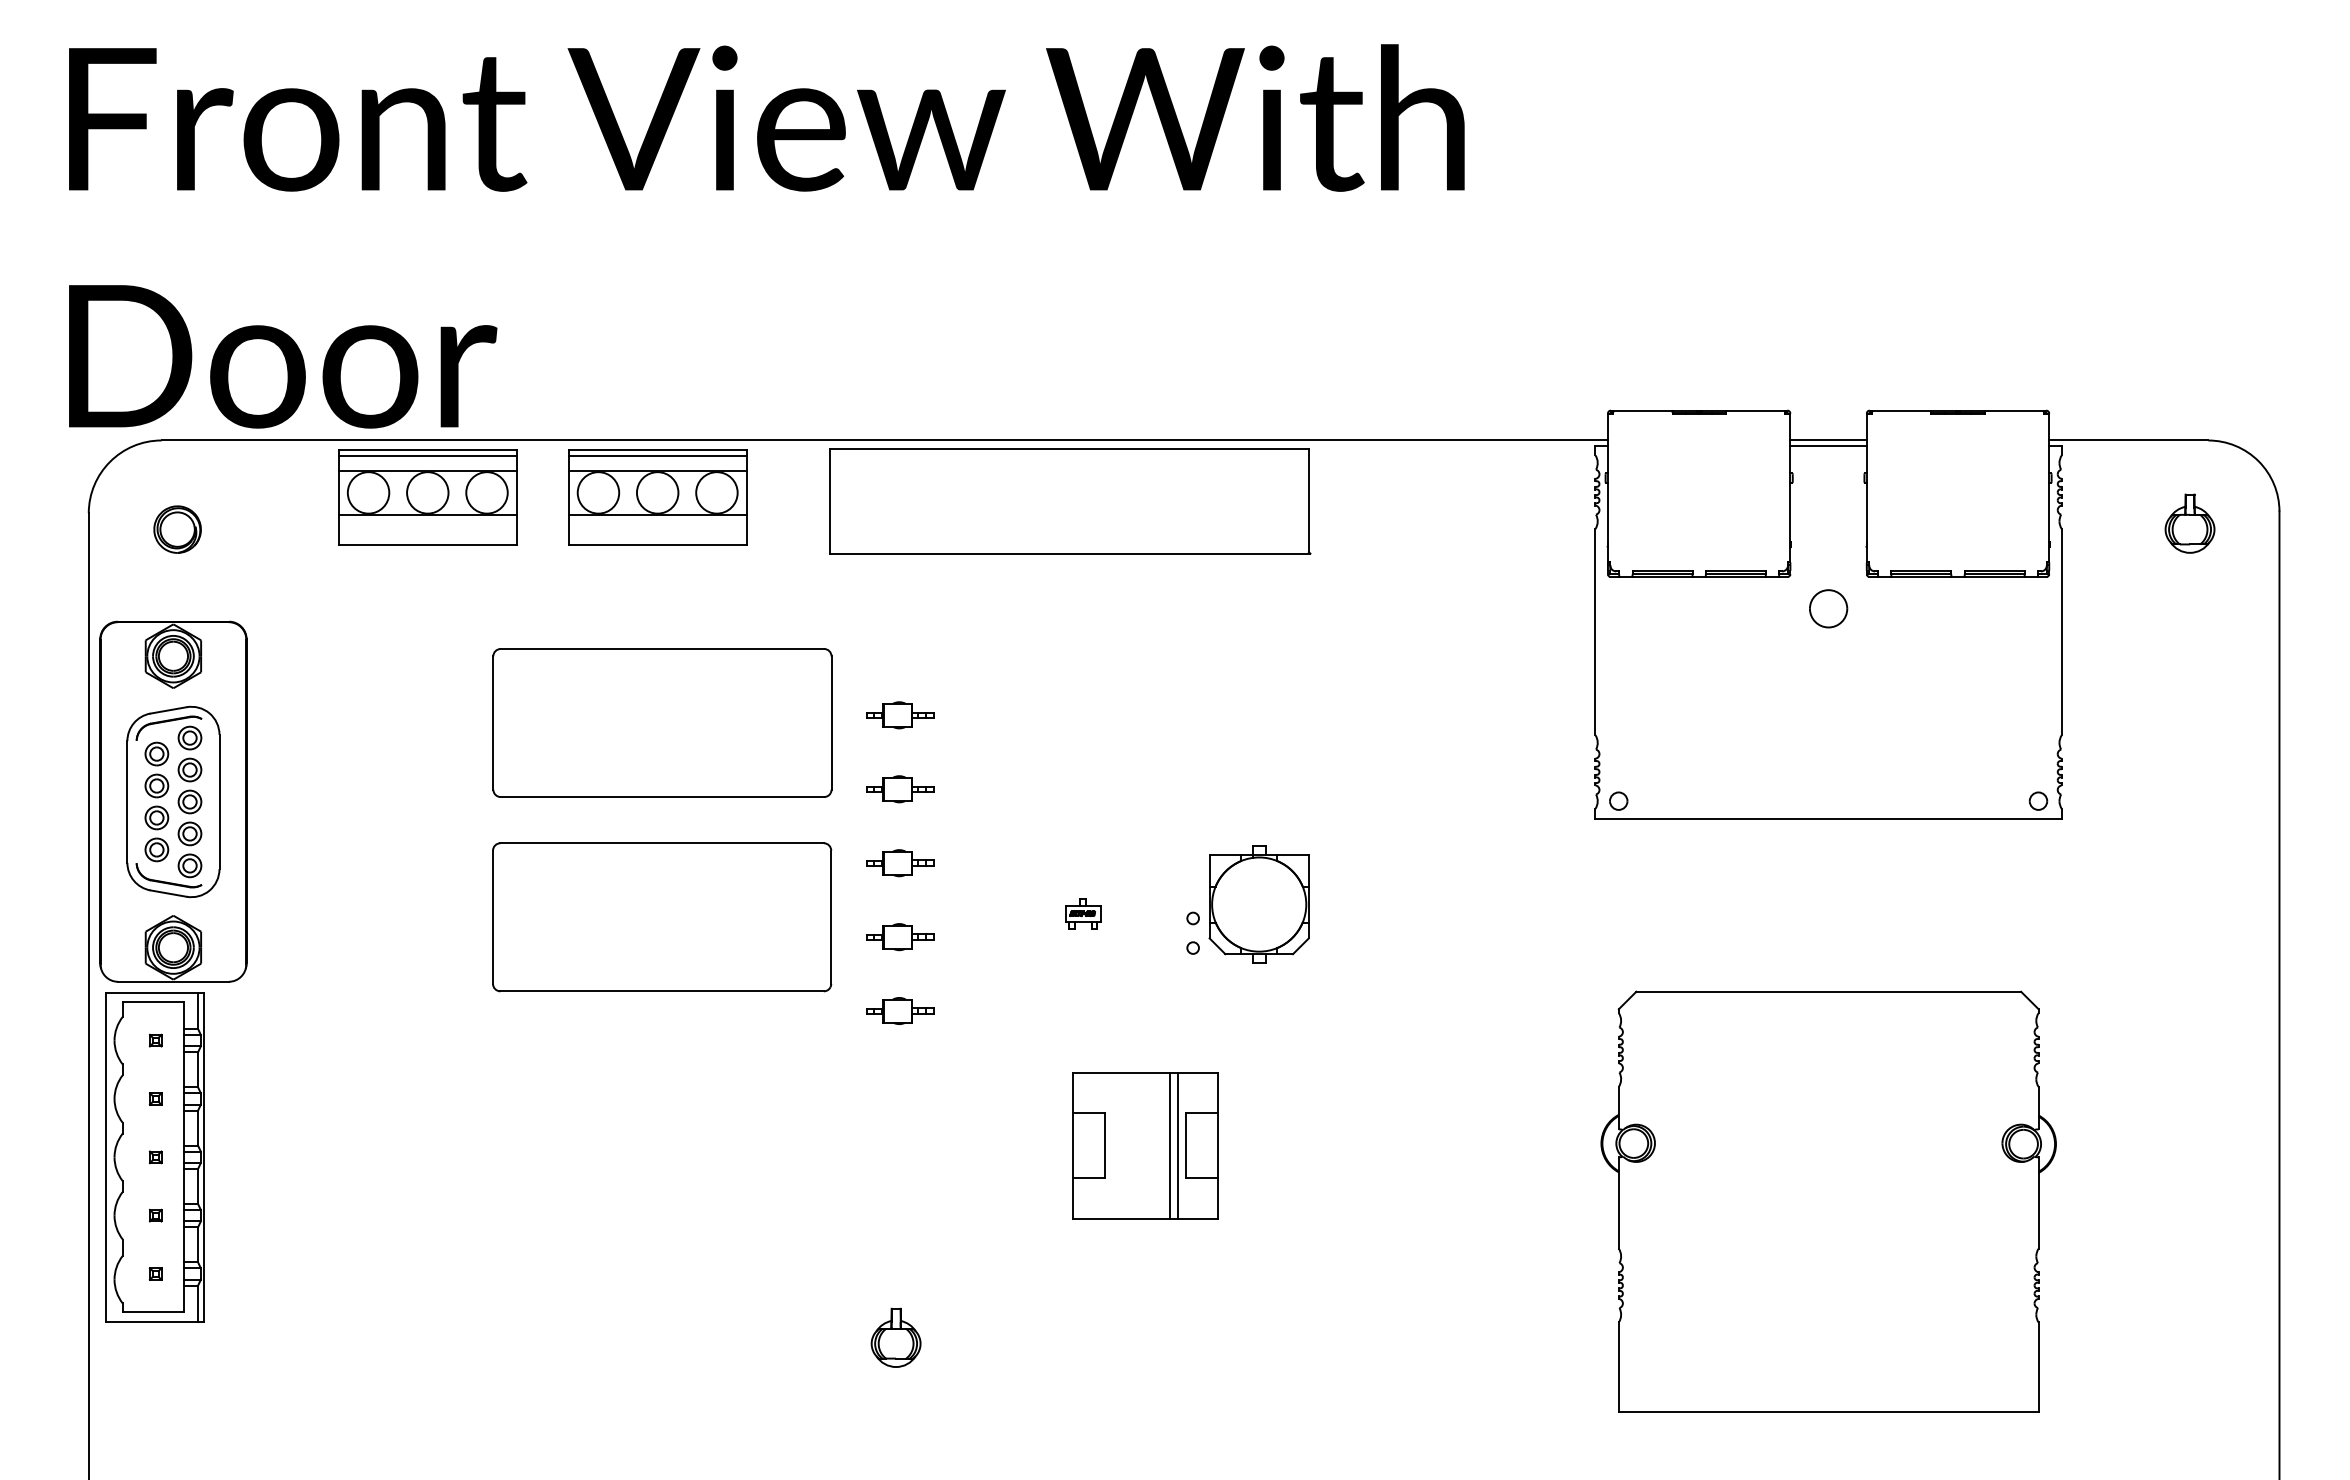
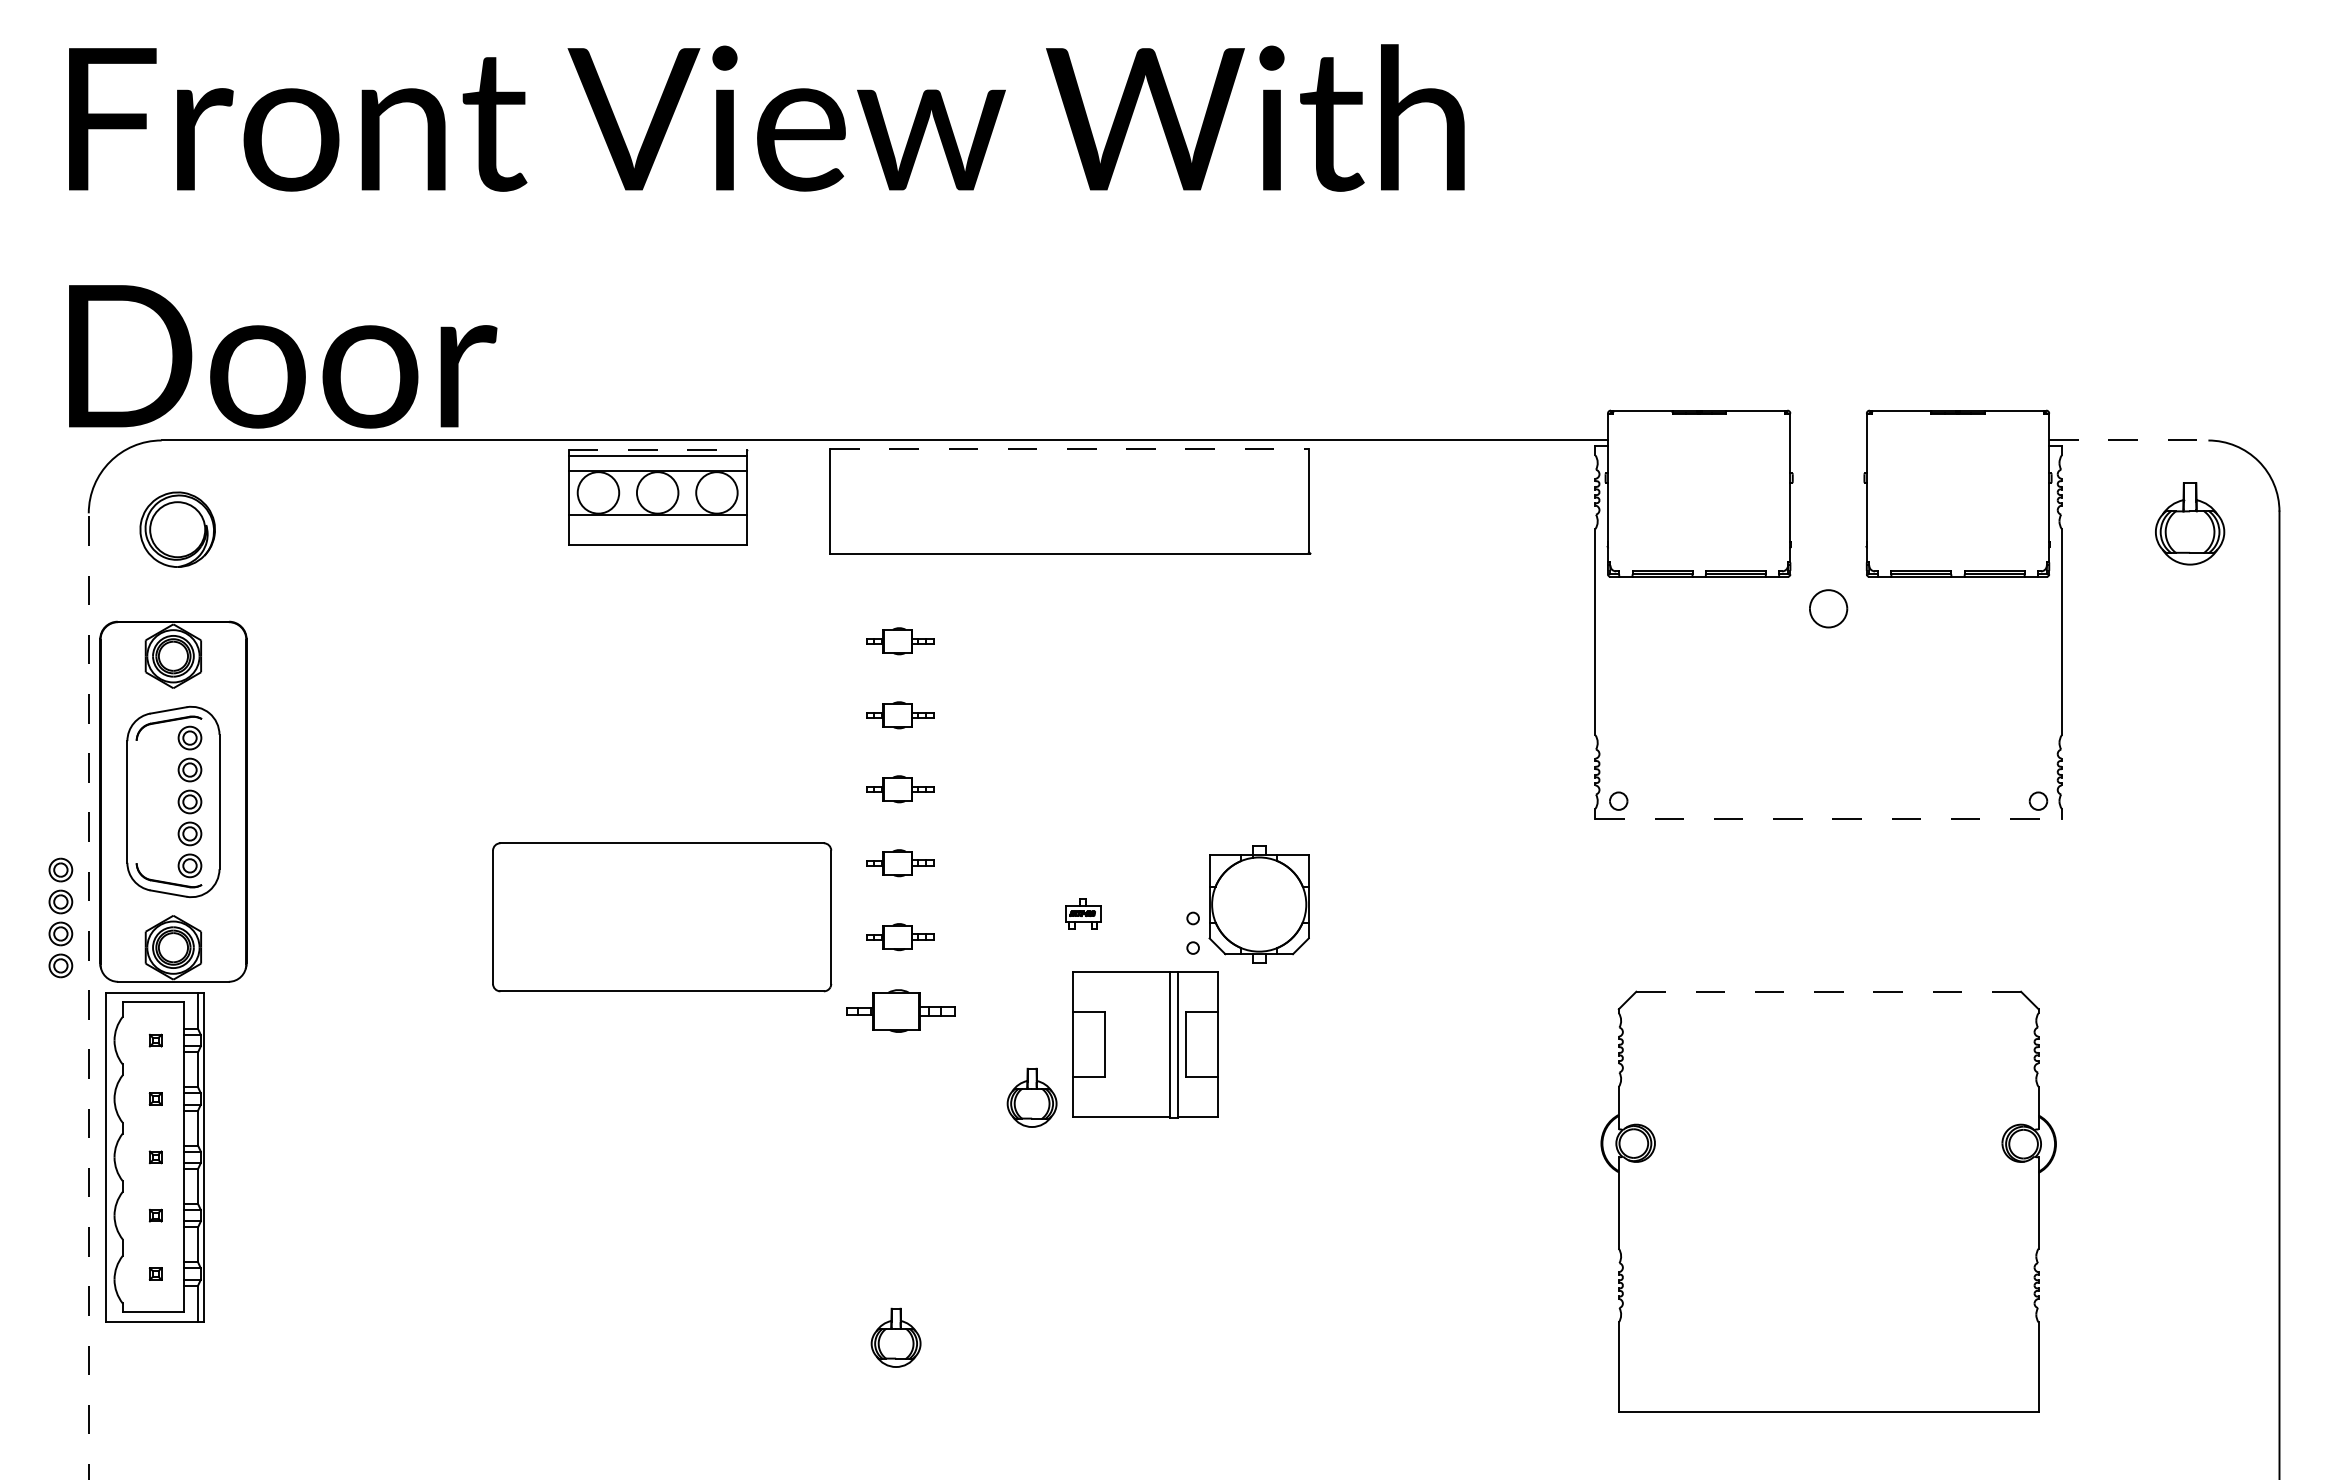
line at (1828, 440): present -> none
line at (2128, 440): solid -> dashed
line at (1828, 445): present -> none
line at (1069, 448): solid -> dashed
line at (657, 449): solid -> dashed
part at (427, 497): present -> none
part at (2189, 523) size: 52x61 px -> 71x84 px
part at (177, 529) size: 49x49 px -> 77x77 px
part at (900, 641): none -> present
part at (662, 722): present -> none
part at (156, 801) position: (156, 801) -> (60, 917)
line at (1829, 818): solid -> dashed
line at (1829, 991): solid -> dashed
line at (88, 996): solid -> dashed
part at (900, 1010) size: 69x28 px -> 110x44 px
part at (1031, 1097): none -> present
part at (1145, 1145) position: (1145, 1145) -> (1145, 1044)
